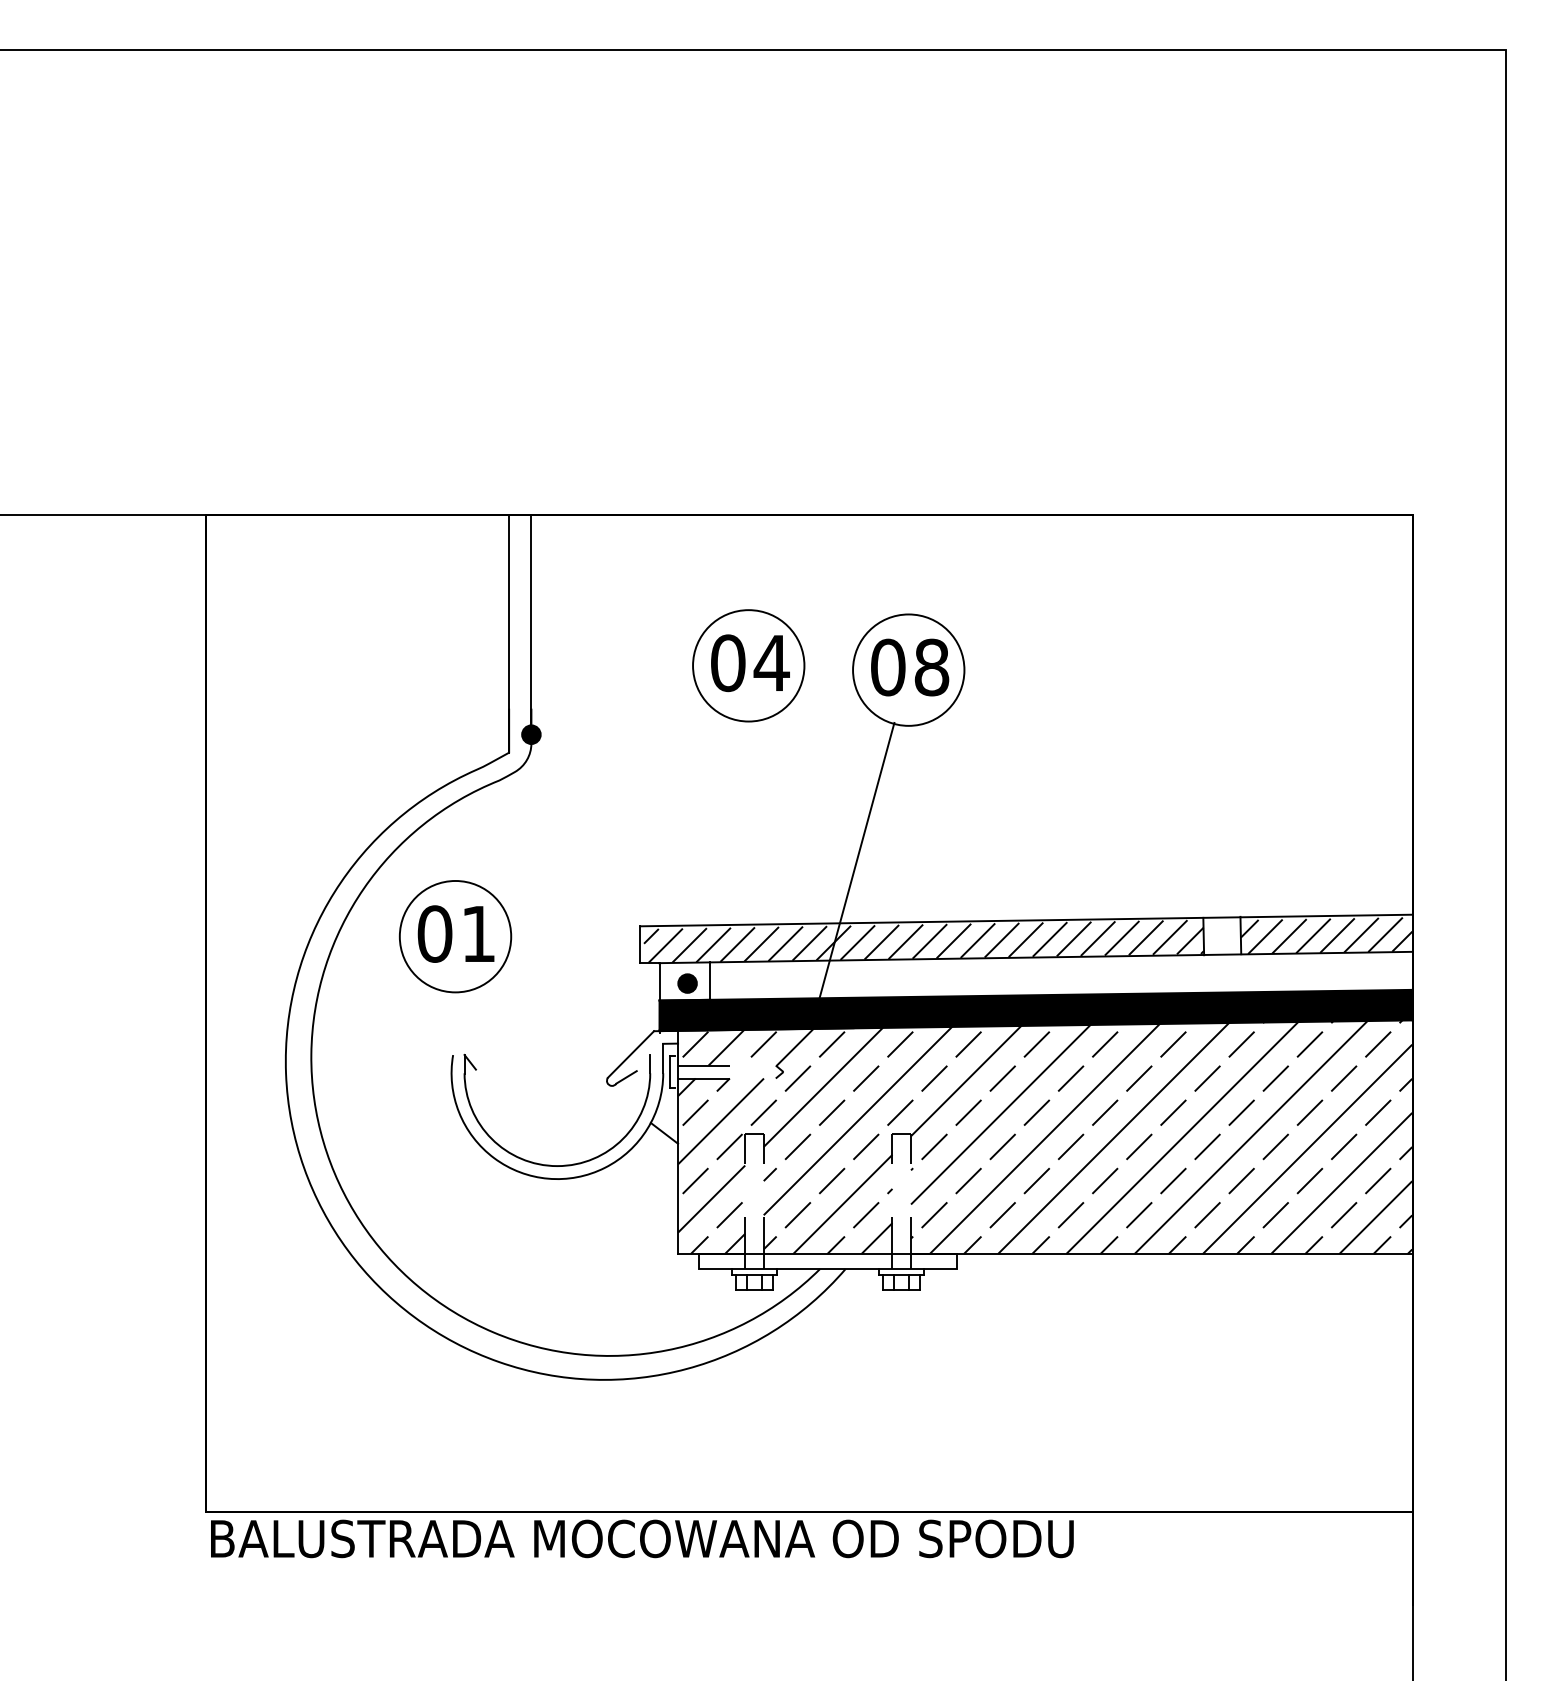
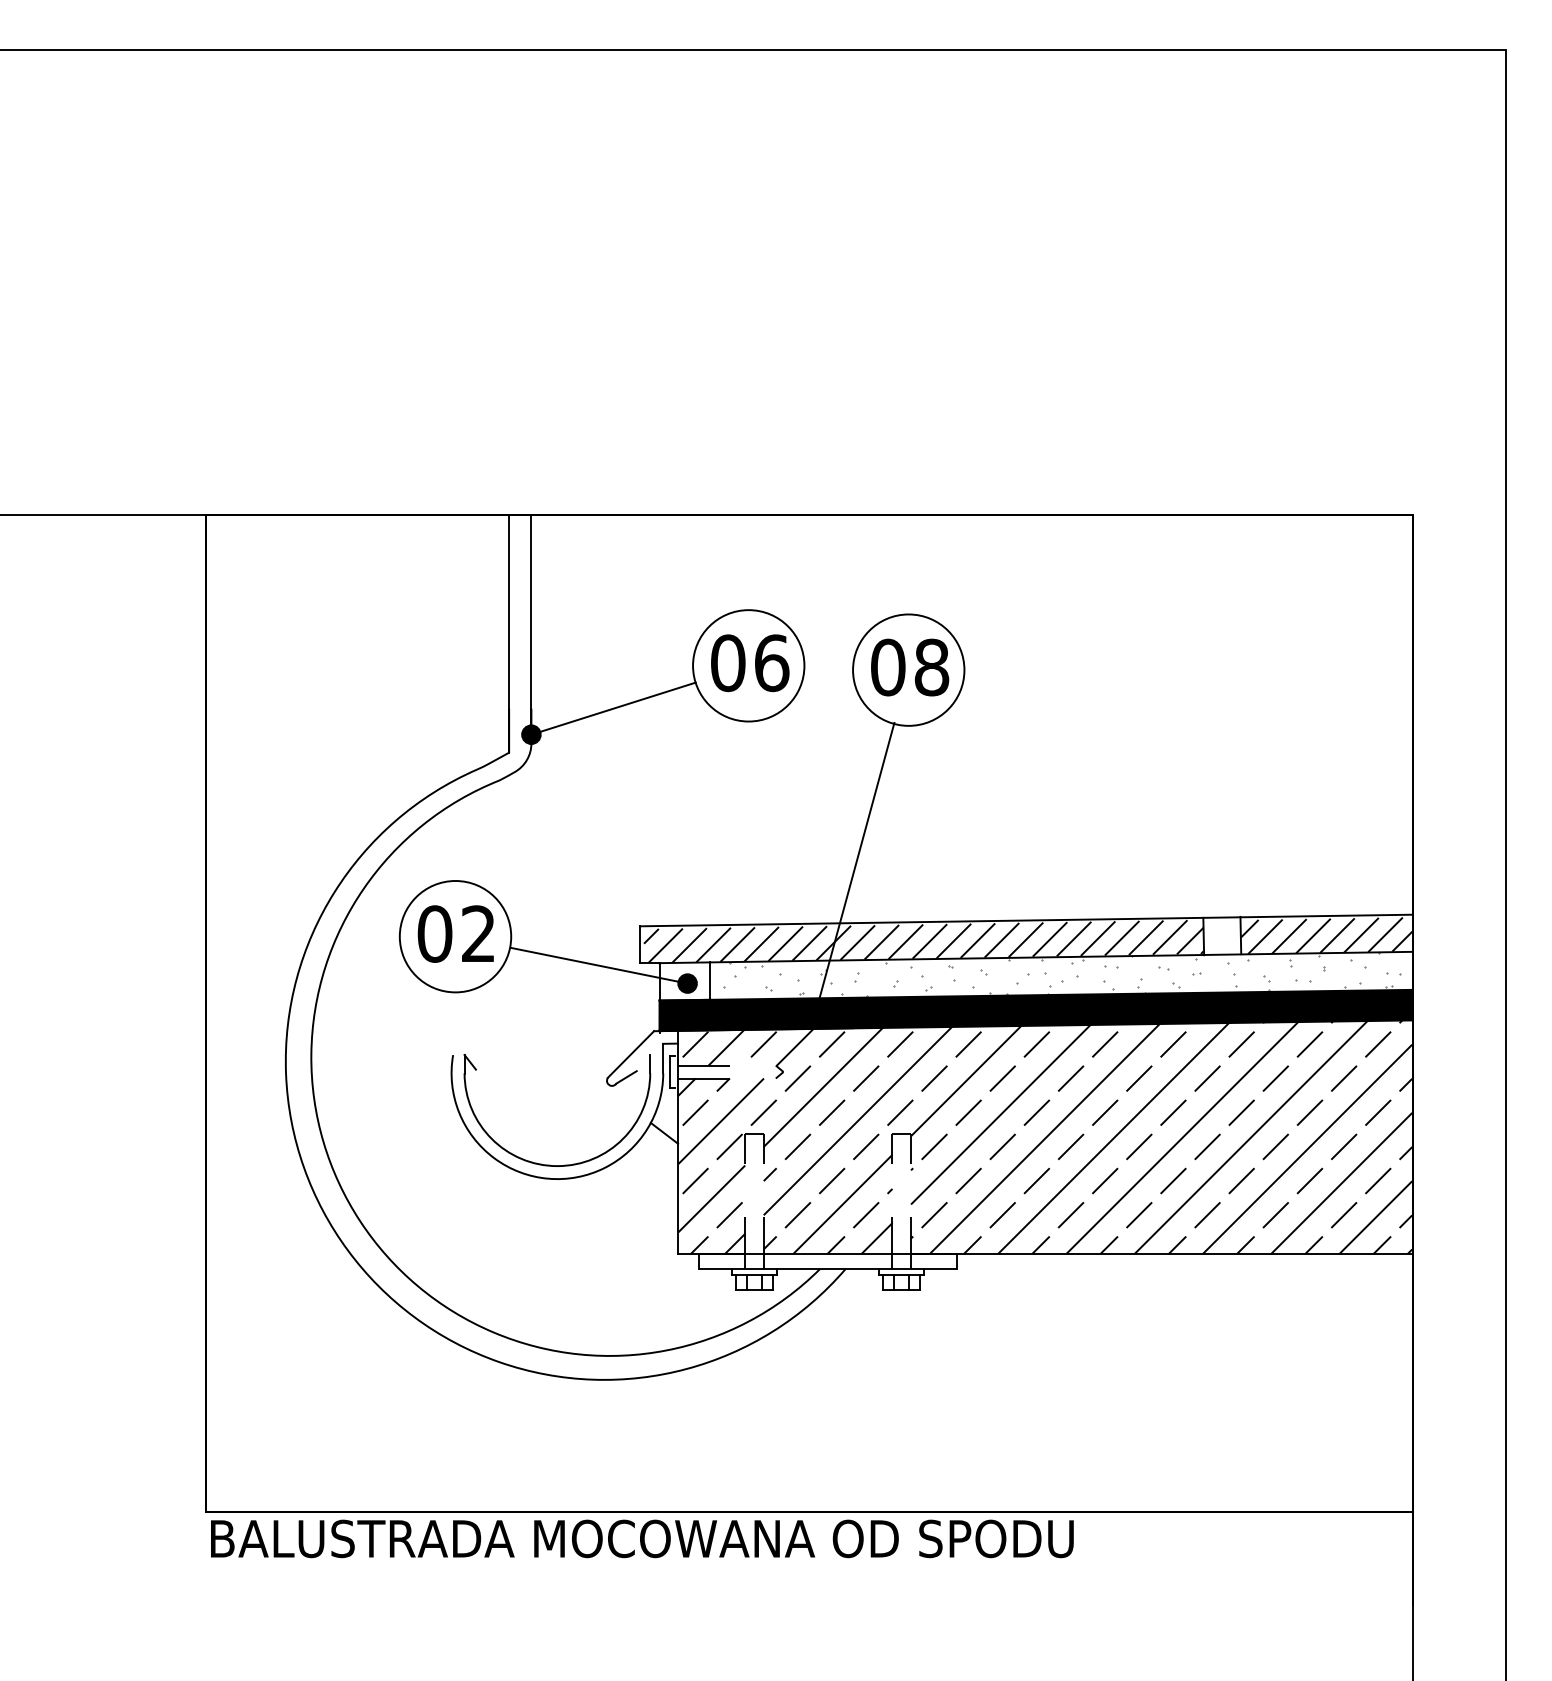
text at (771, 663): 04 -> 06
line at (617, 706): none -> present
text at (478, 933): 01 -> 02
line at (594, 964): none -> present
hatch at (1061, 975): none -> present
